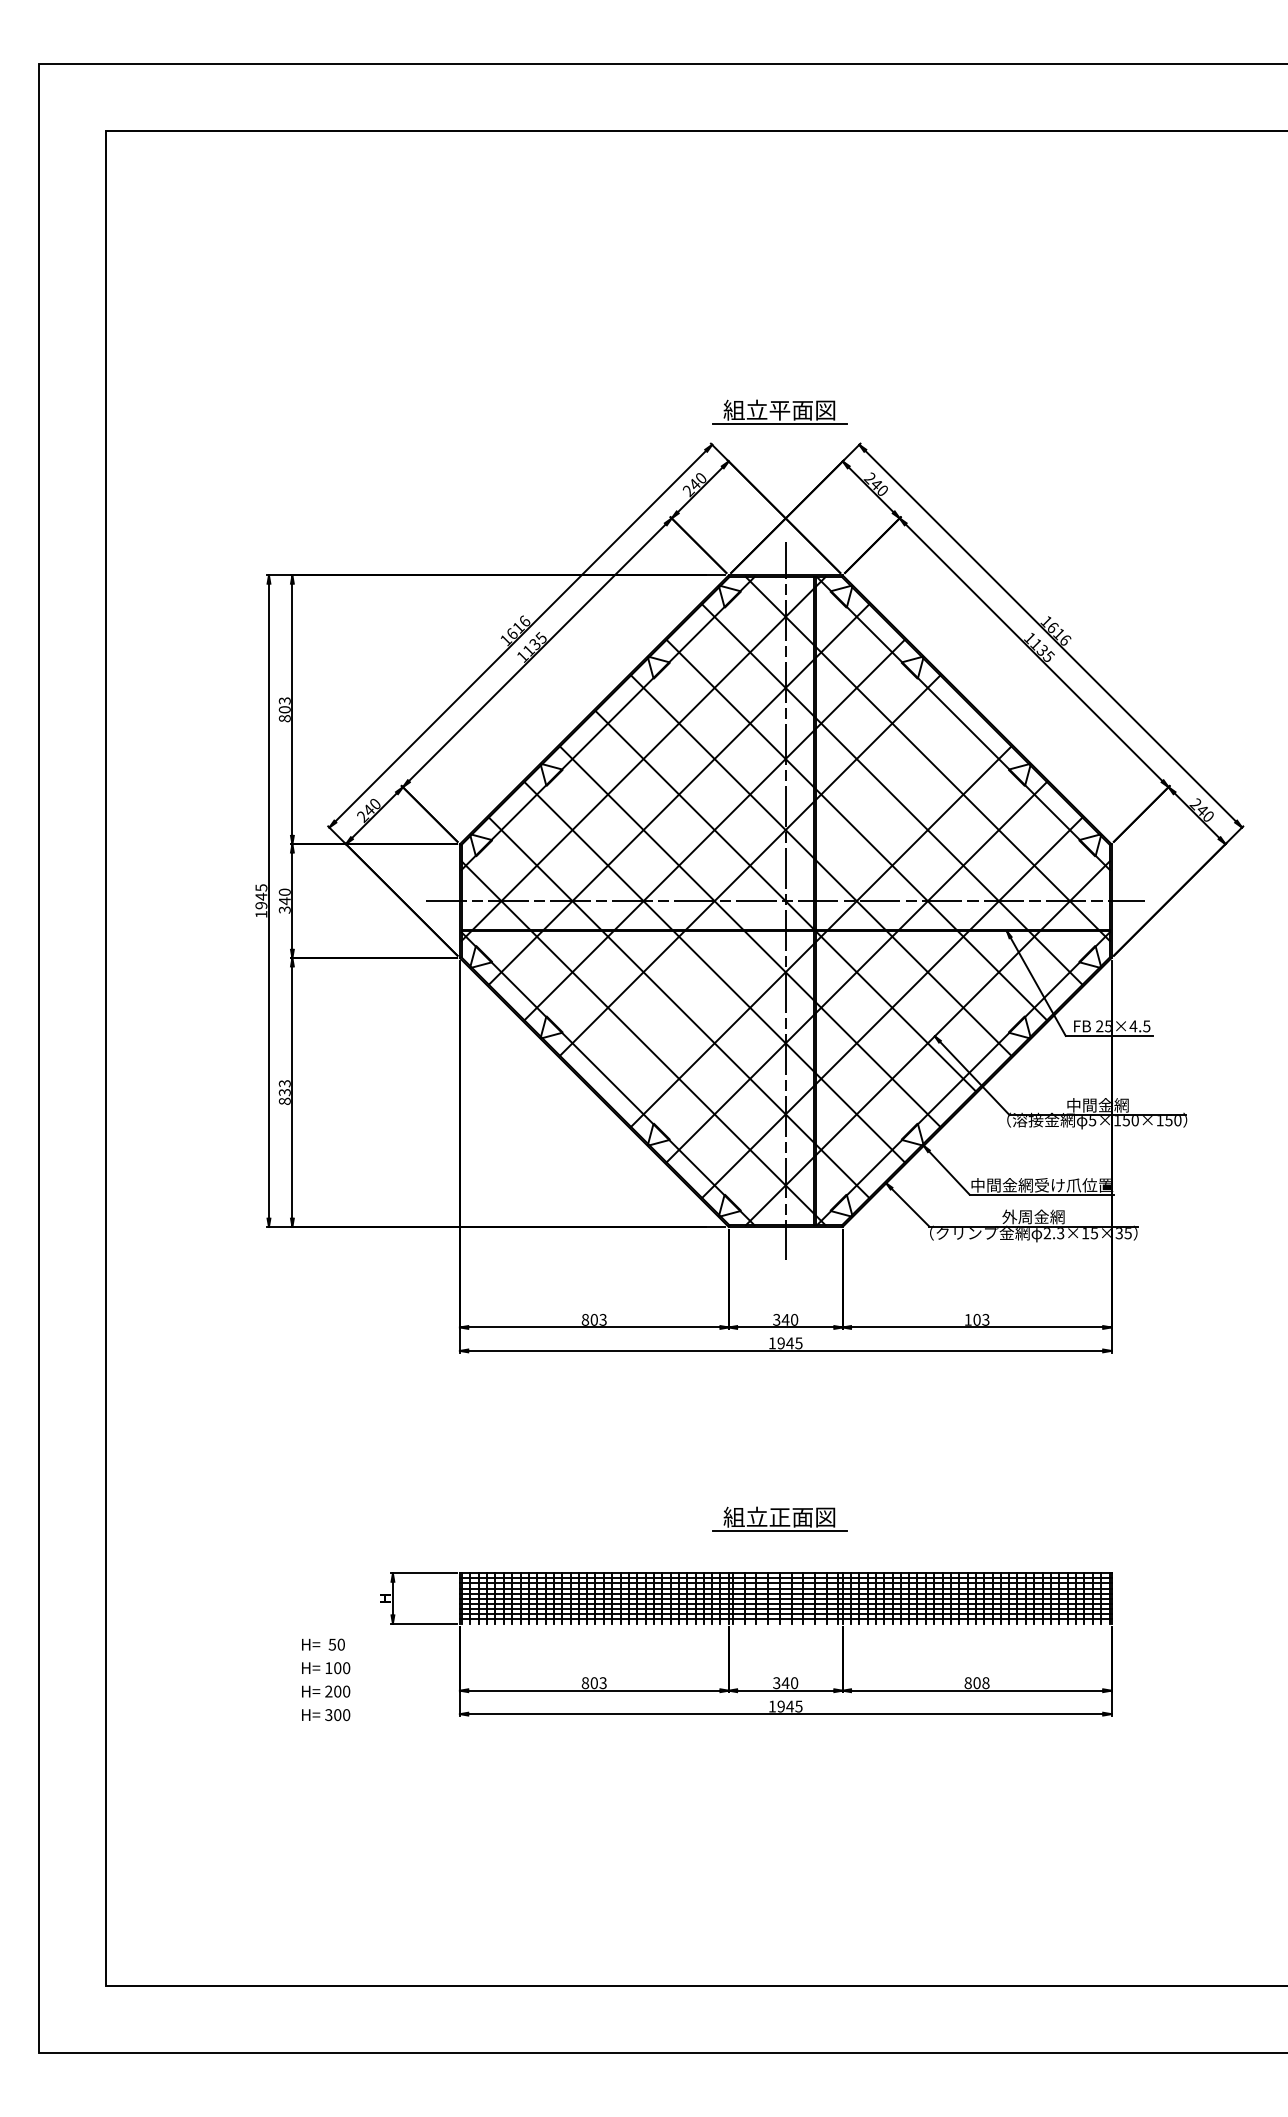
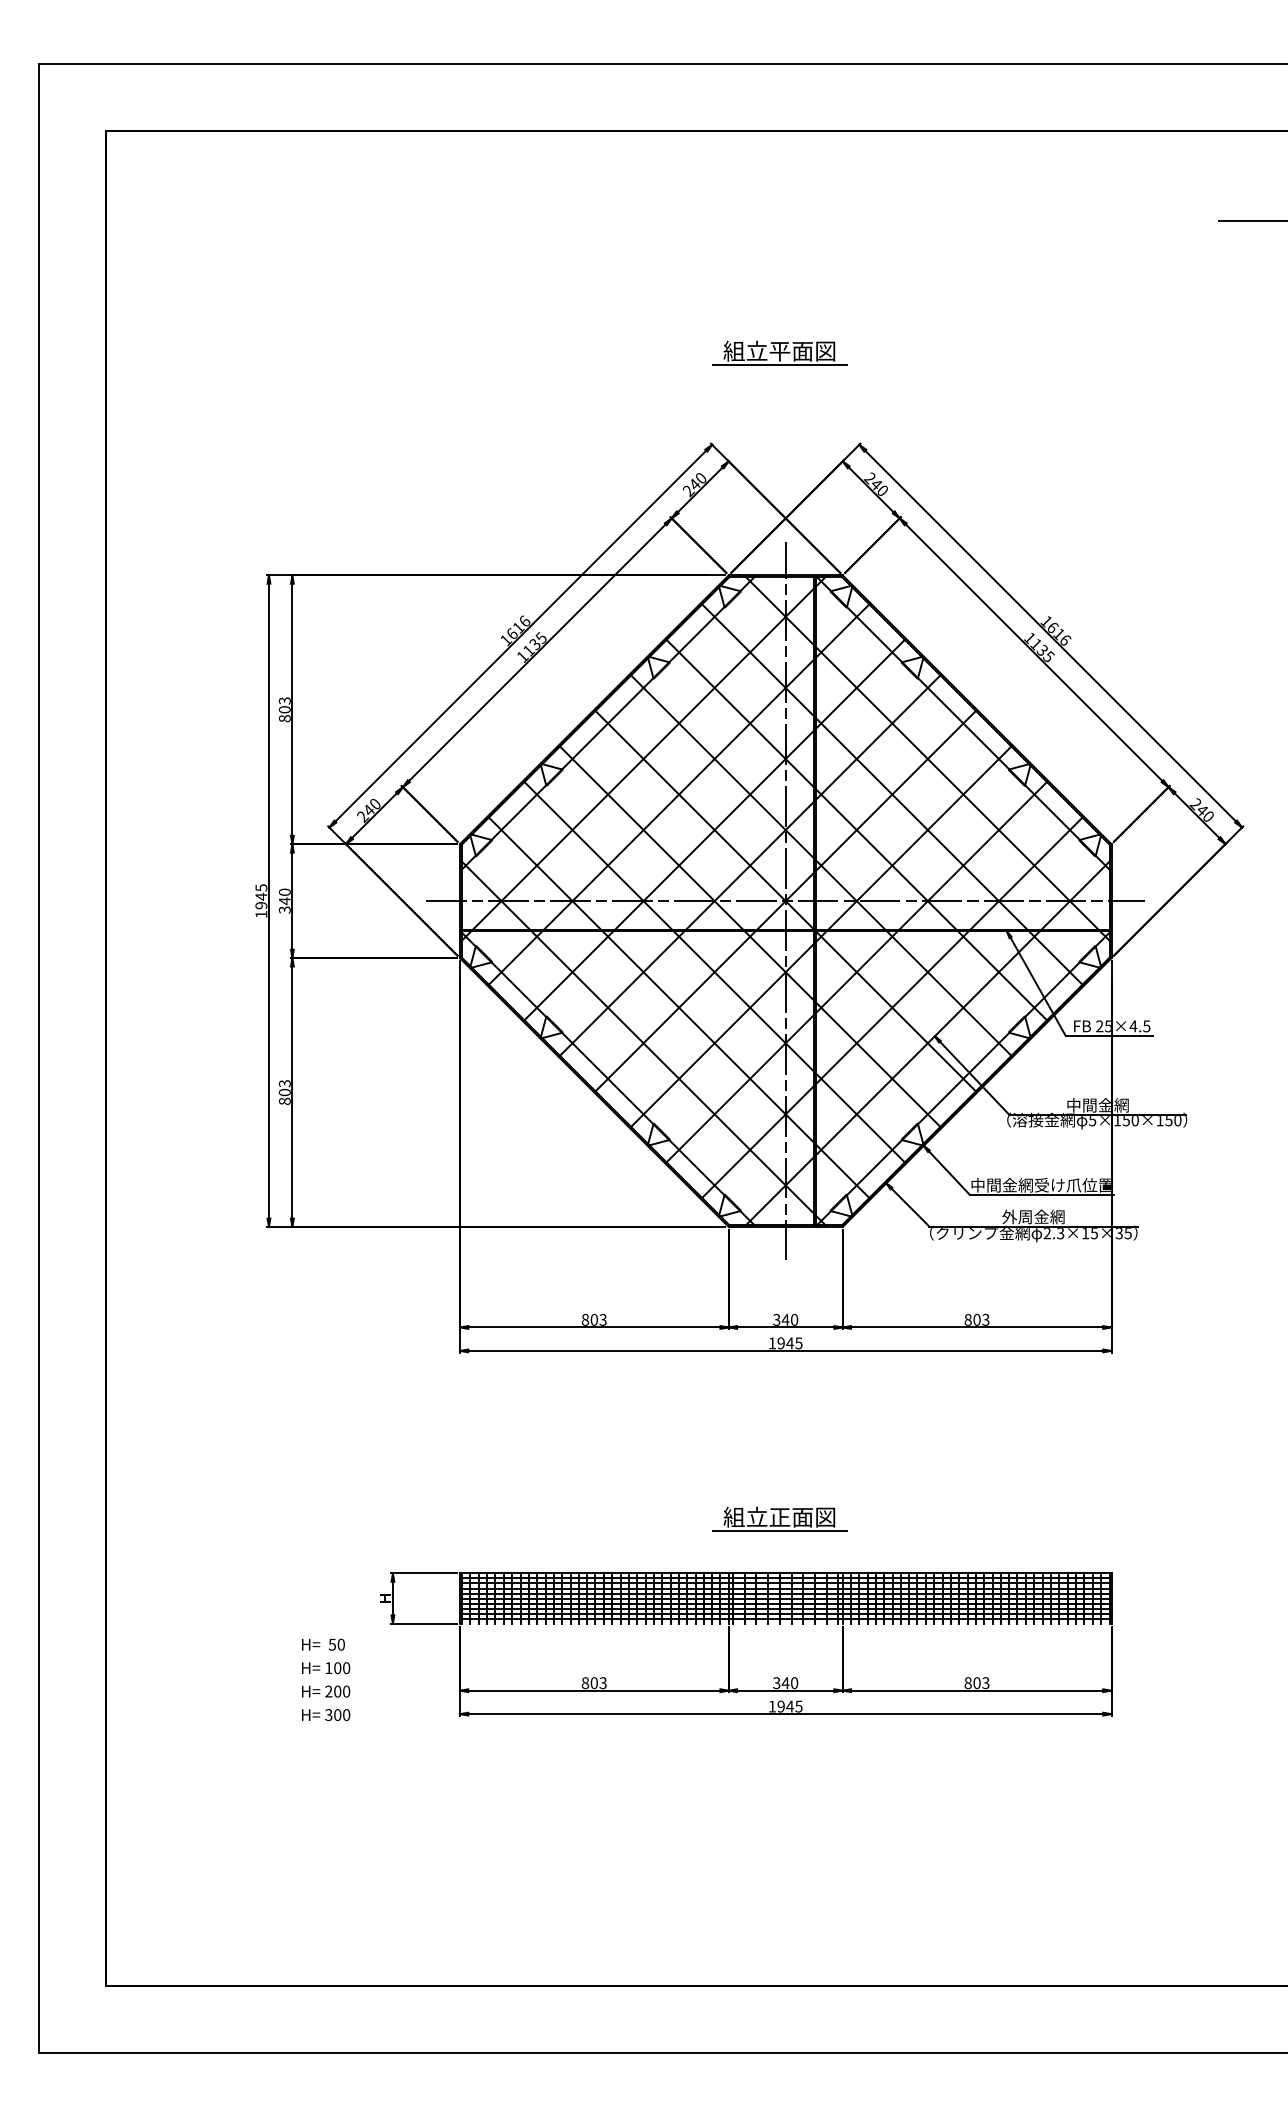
line at (1251, 221): none -> present
part at (779, 411) position: (779, 411) -> (779, 352)
line at (785, 900): none -> present
text at (284, 1092): 833 -> 803
text at (967, 1319): 103 -> 803
text at (985, 1682): 808 -> 803
